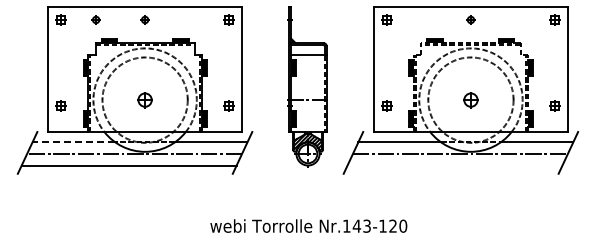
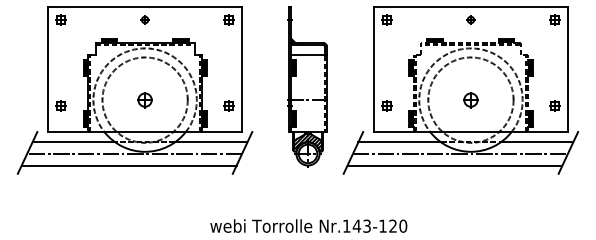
part at (95, 19): present -> none
line at (73, 142): dashed -> solid
line at (454, 165): none -> present
